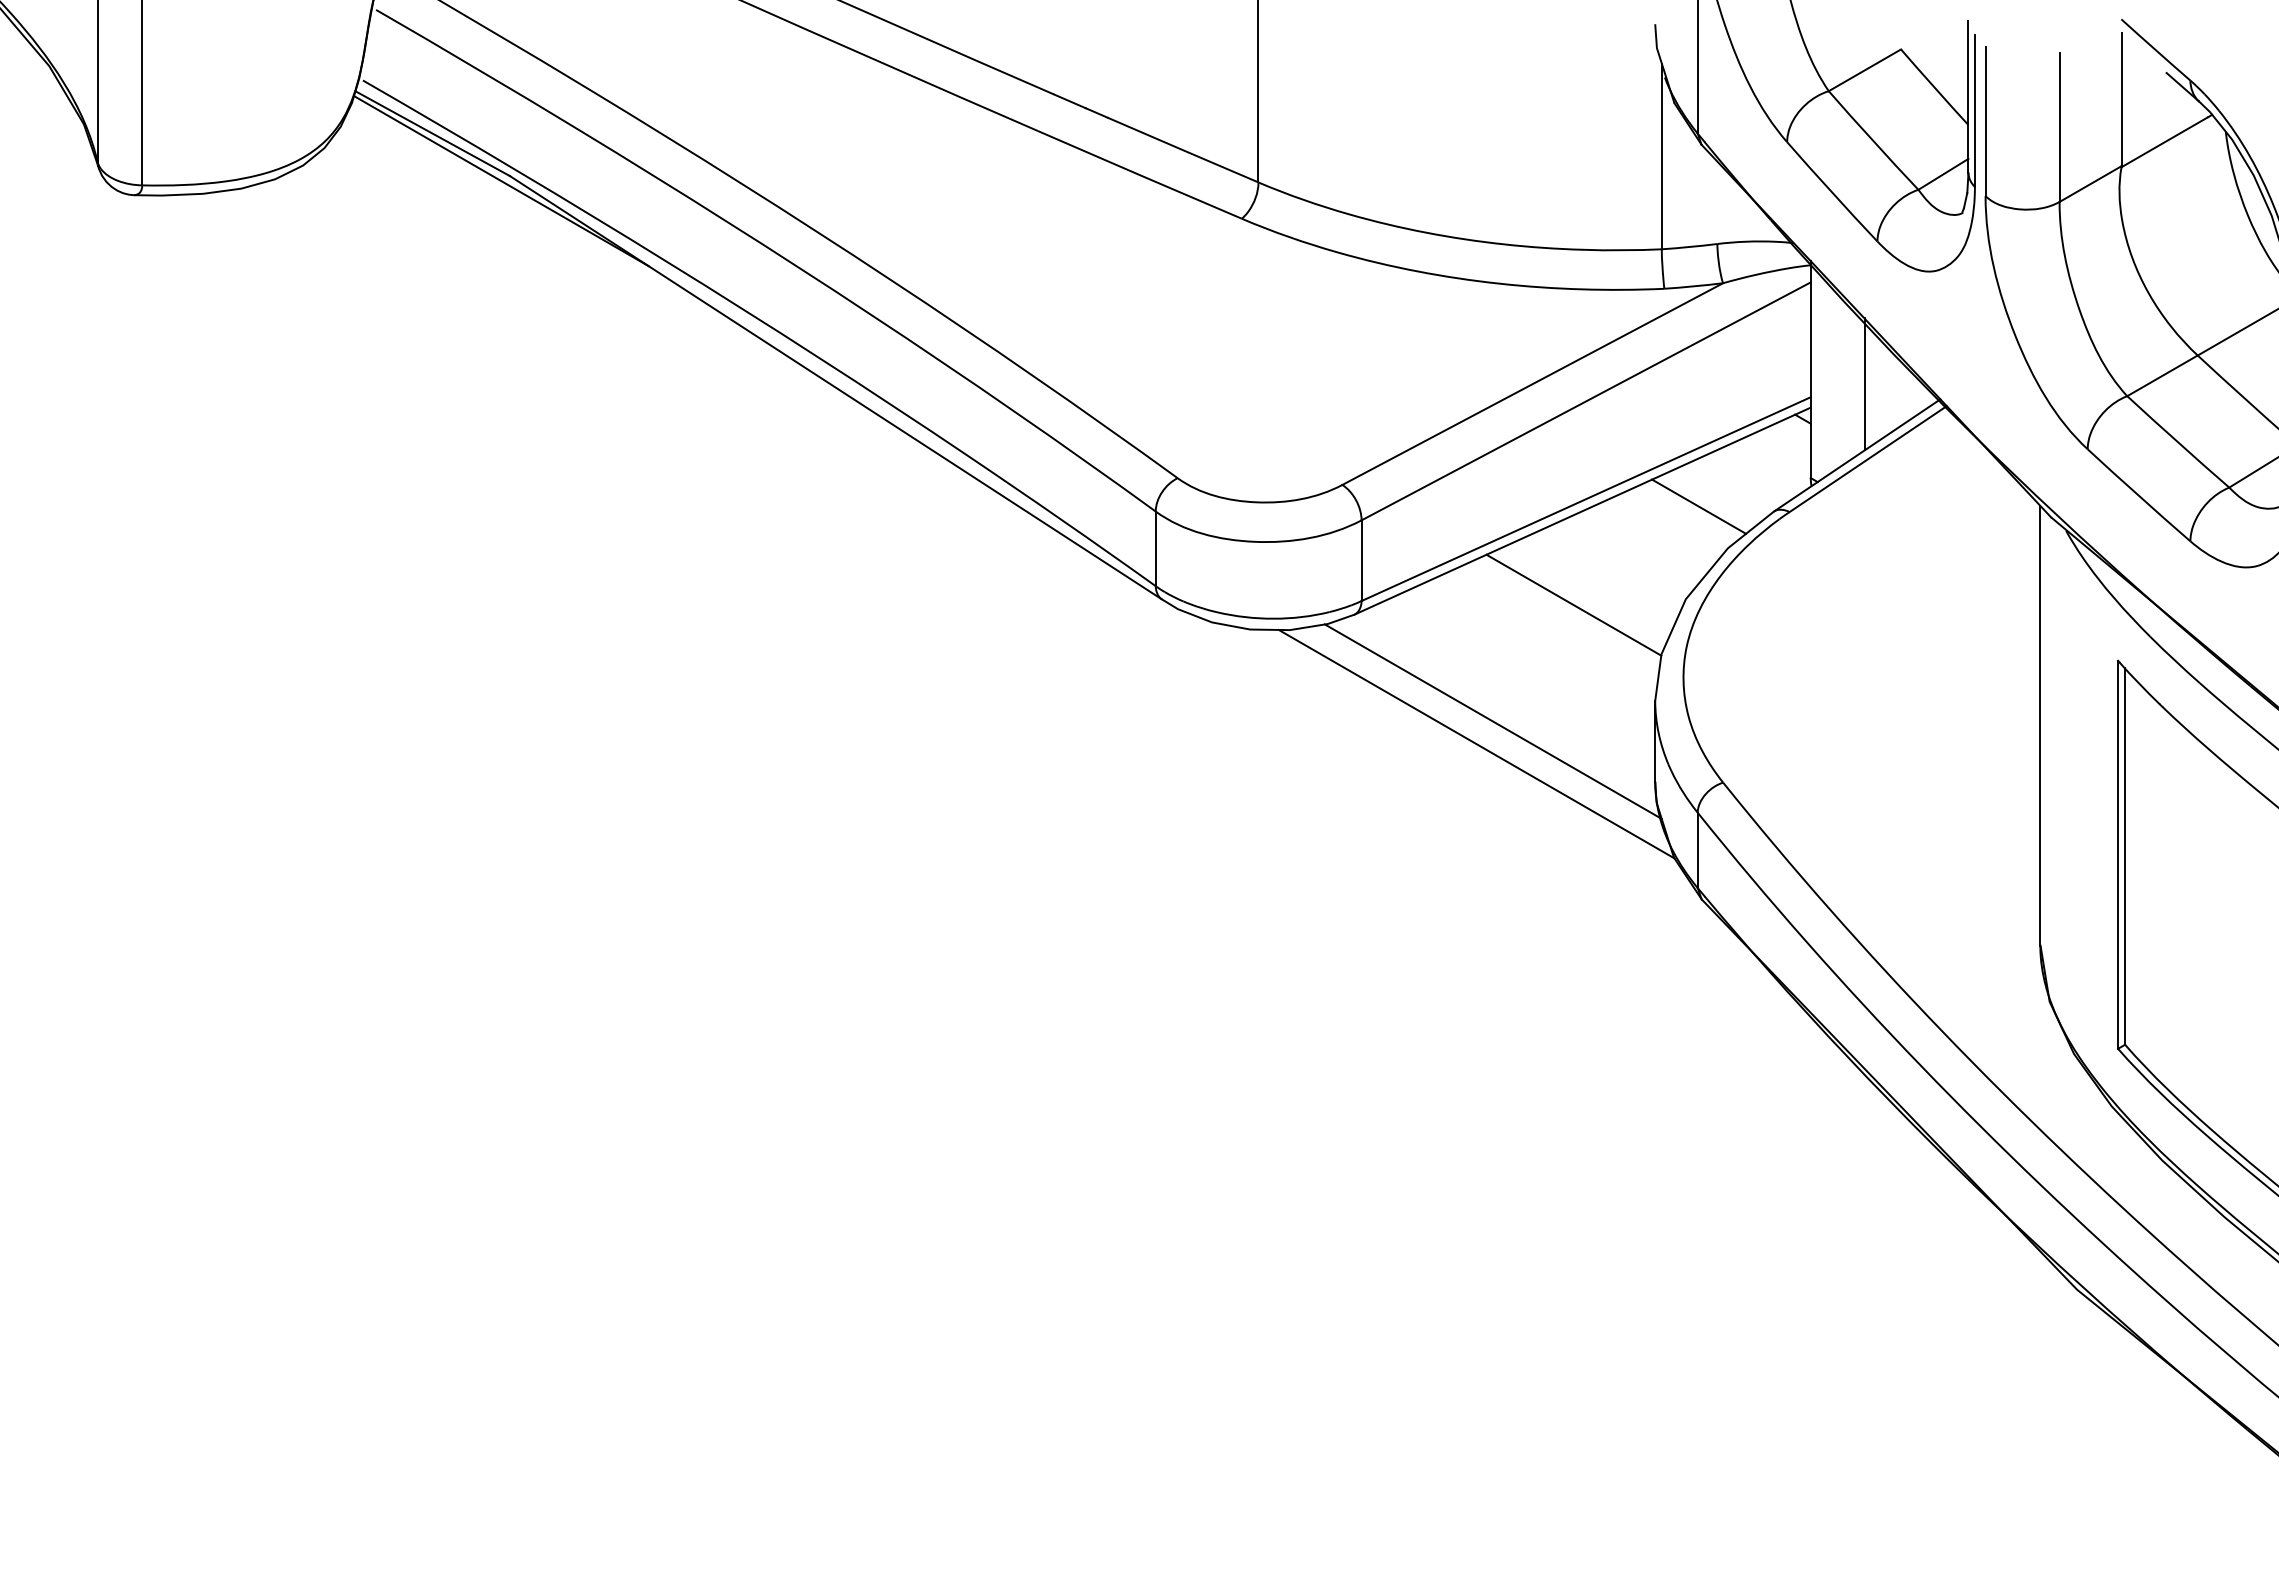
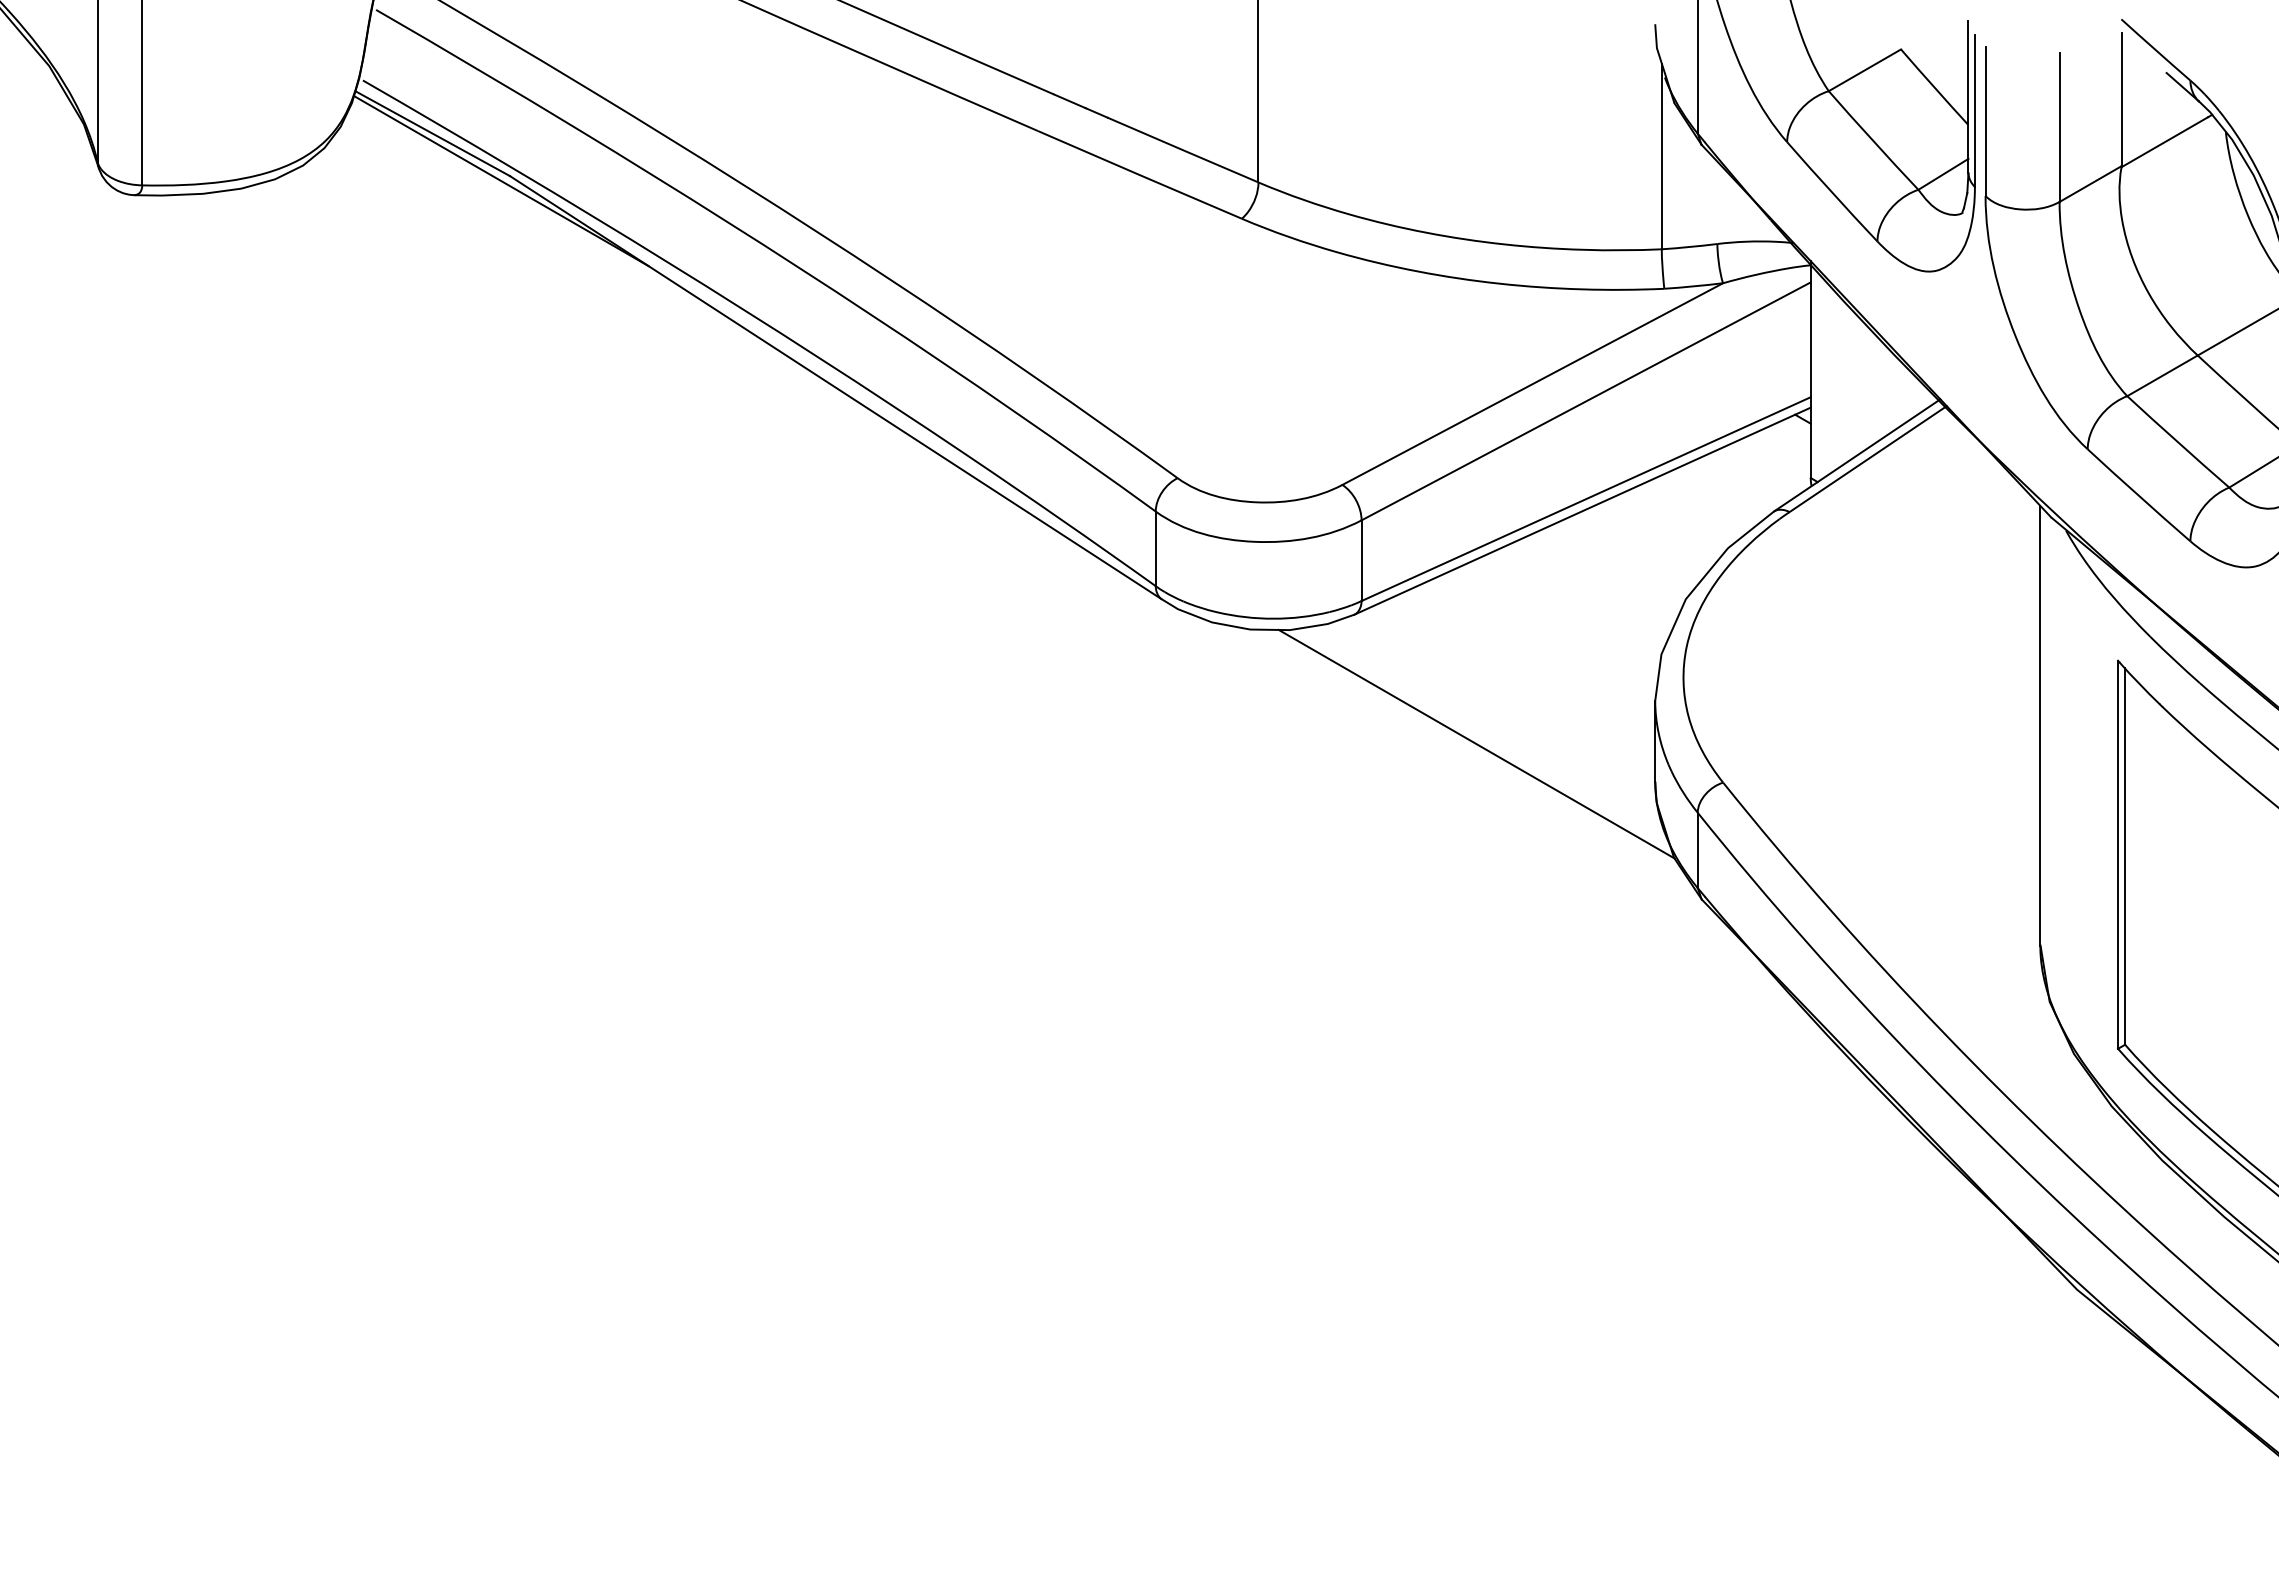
line at (1864, 384): present -> none
line at (1699, 506): present -> none
line at (1573, 604): present -> none
line at (1492, 721): present -> none
